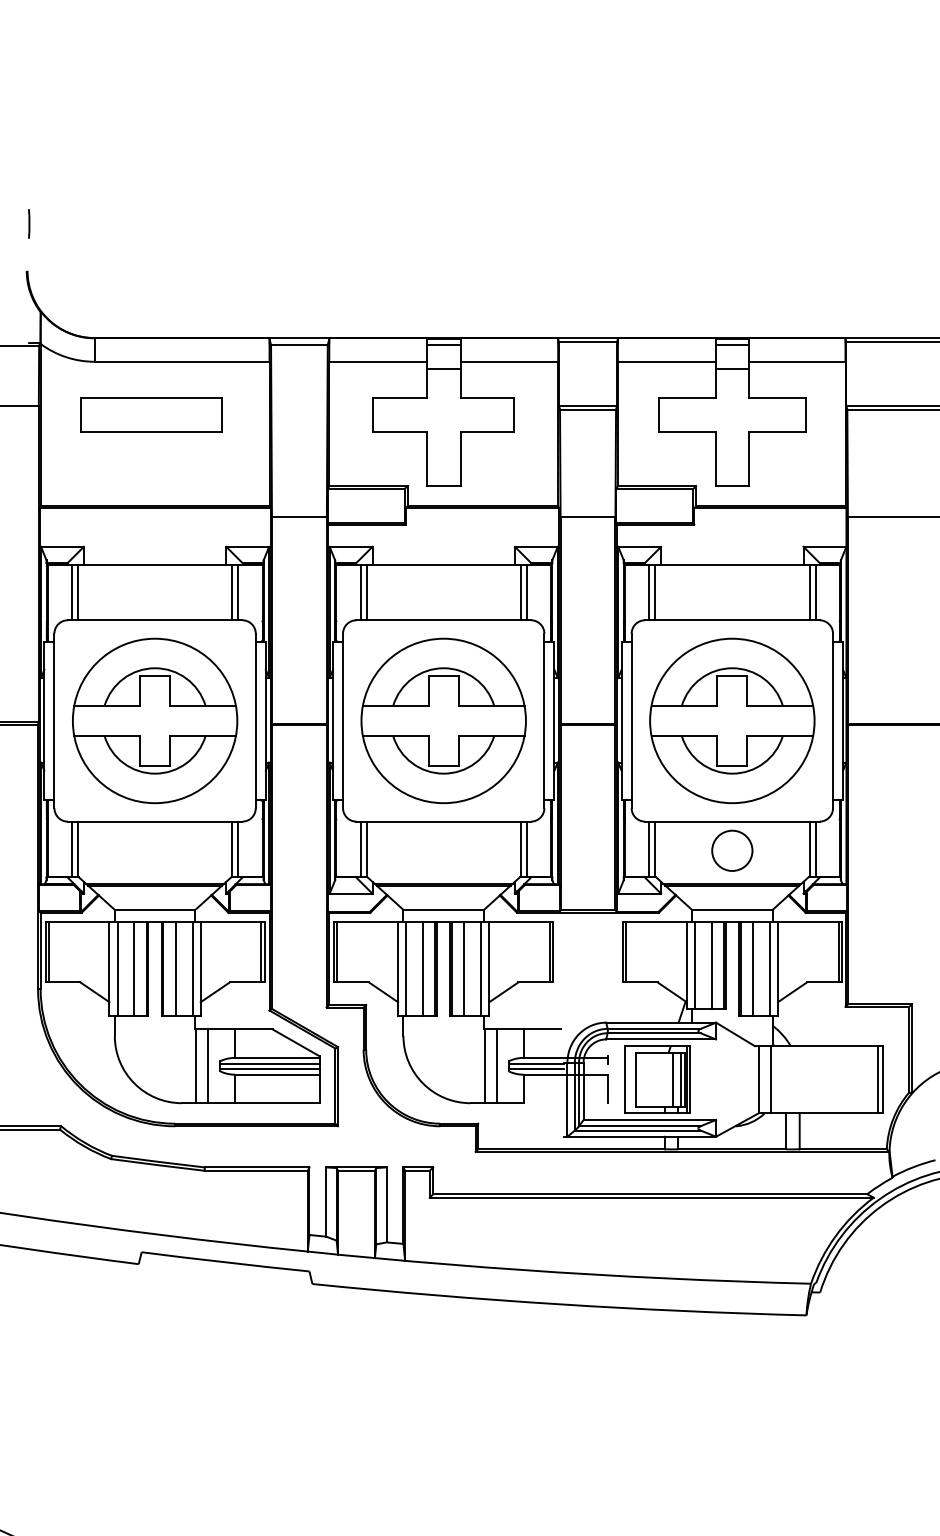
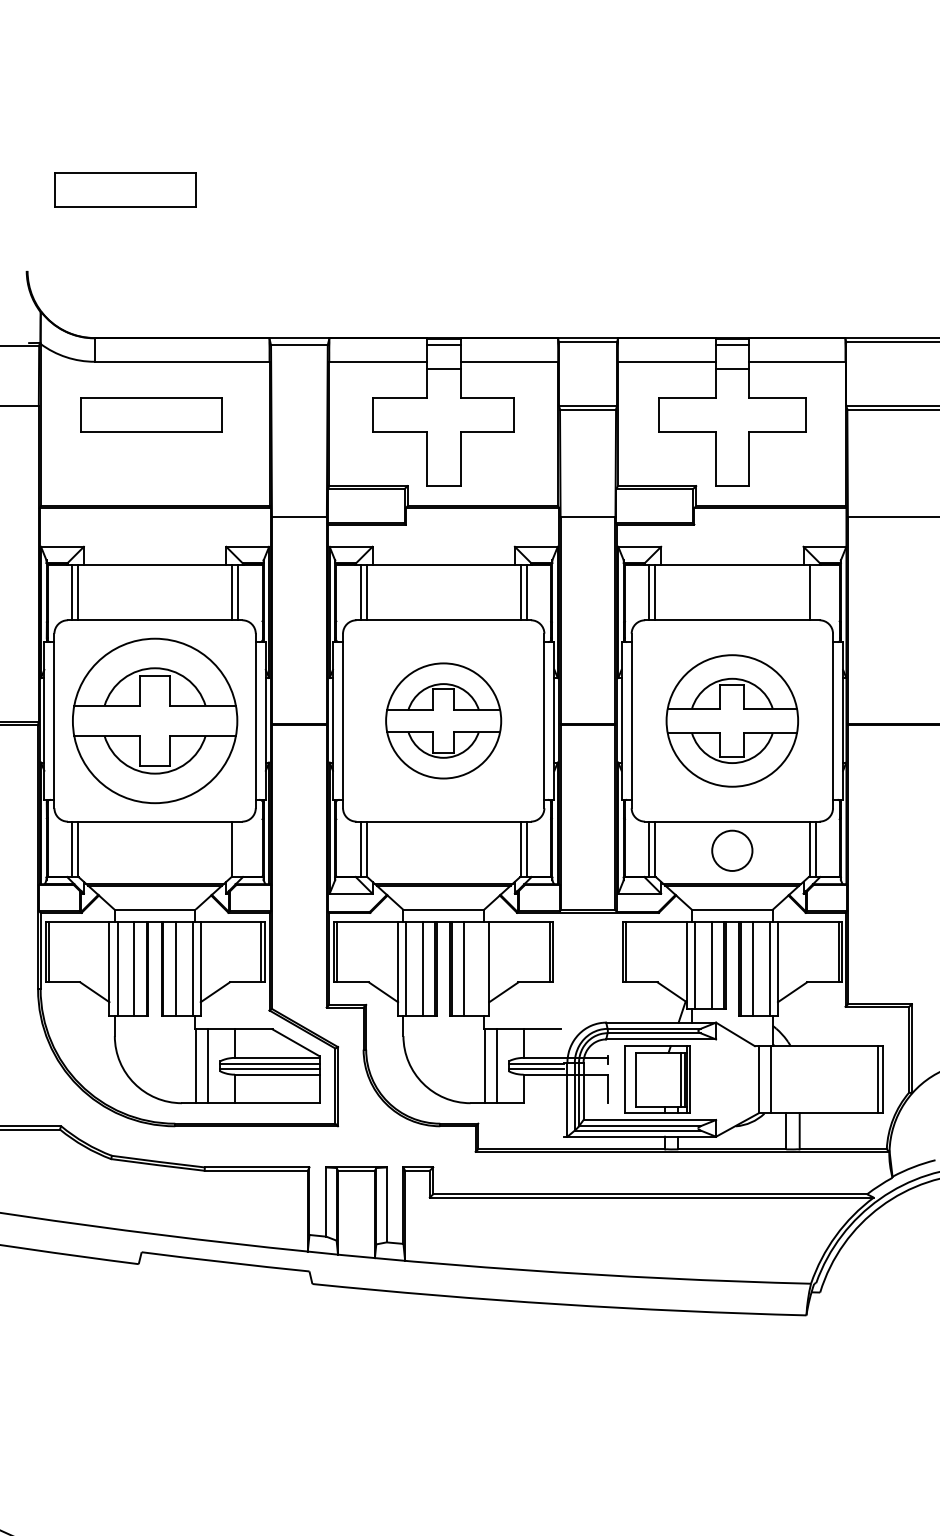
part at (125, 189): none -> present
line at (29, 223): present -> none
line at (815, 592): present -> none
part at (443, 720) size: 167x168 px -> 118x118 px
part at (732, 720) size: 167x168 px -> 134x134 px
line at (238, 849): present -> none
line at (481, 968): present -> none
line at (672, 1079): present -> none
